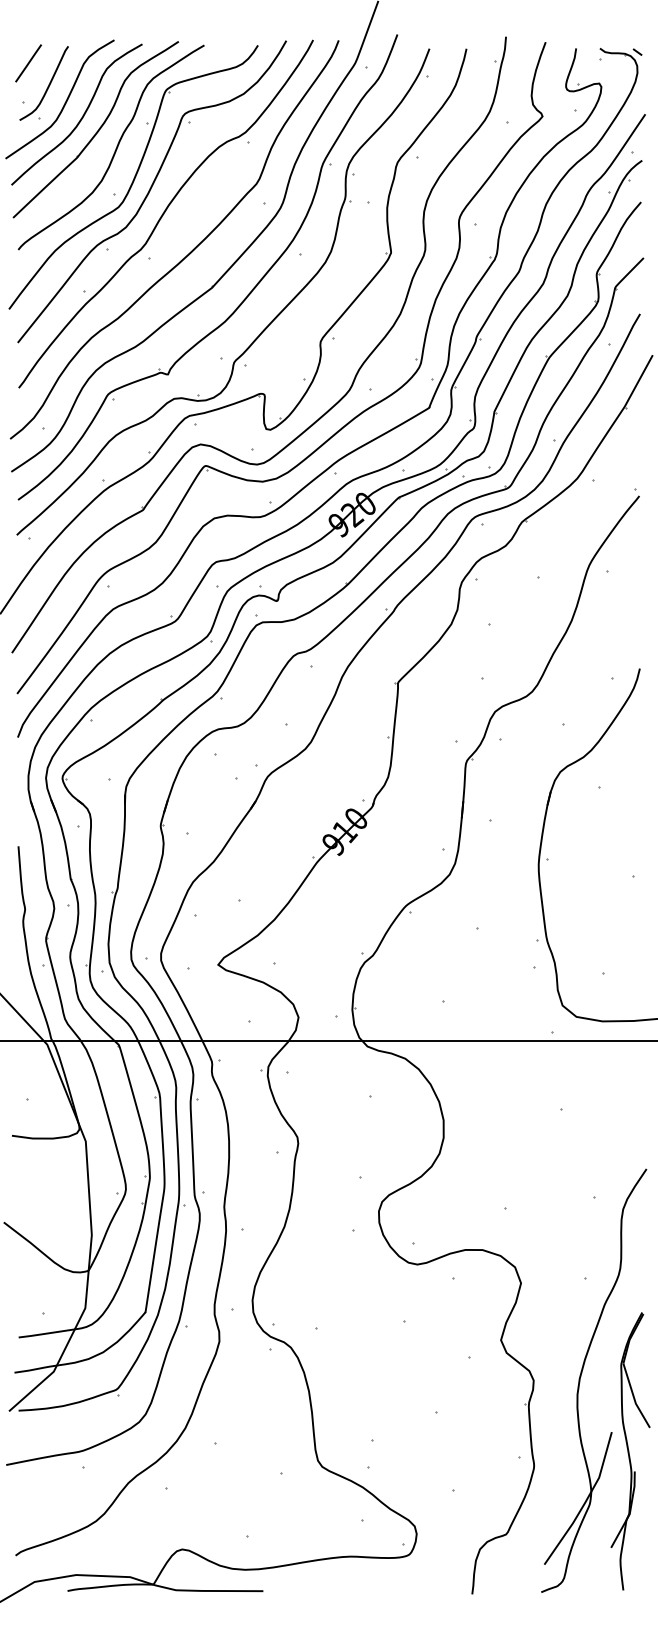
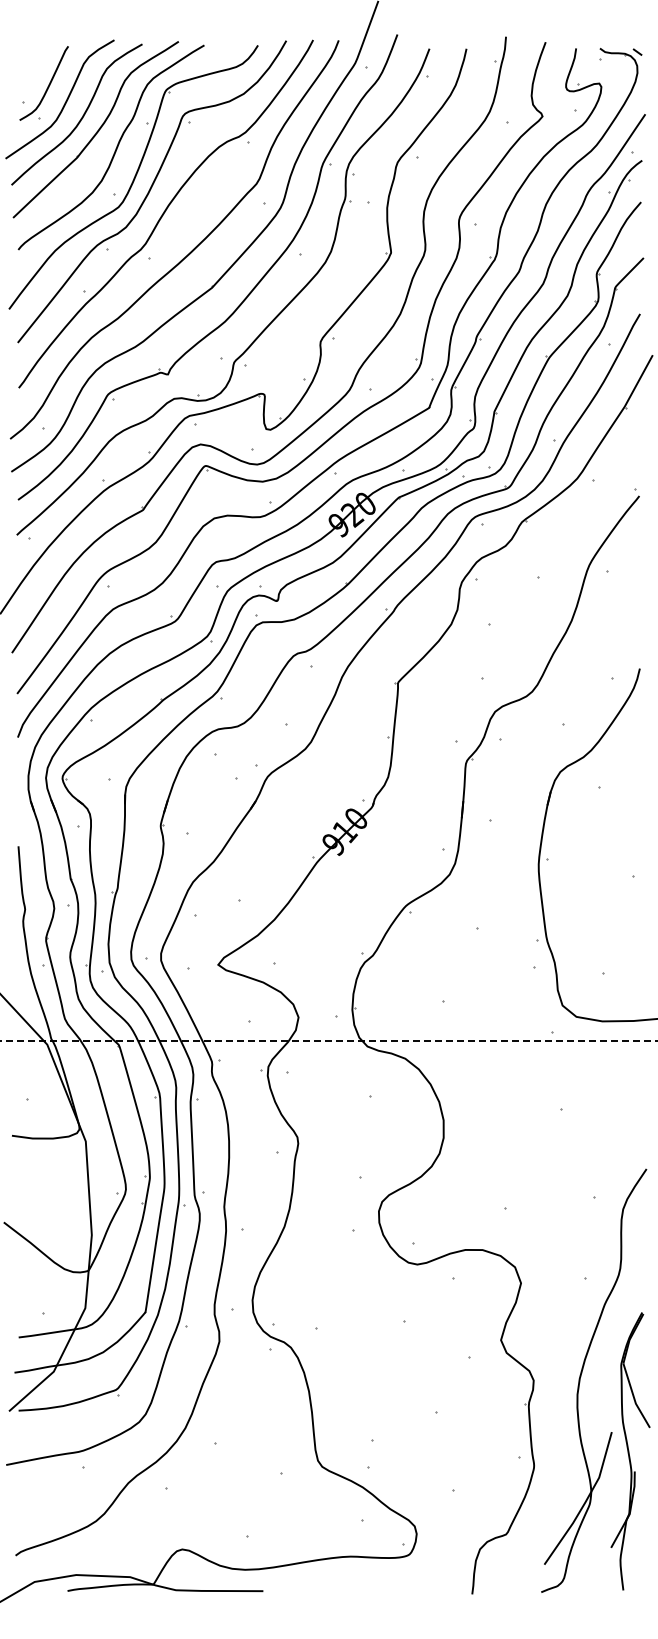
line at (28, 63): present -> none
line at (329, 1041): solid -> dashed
